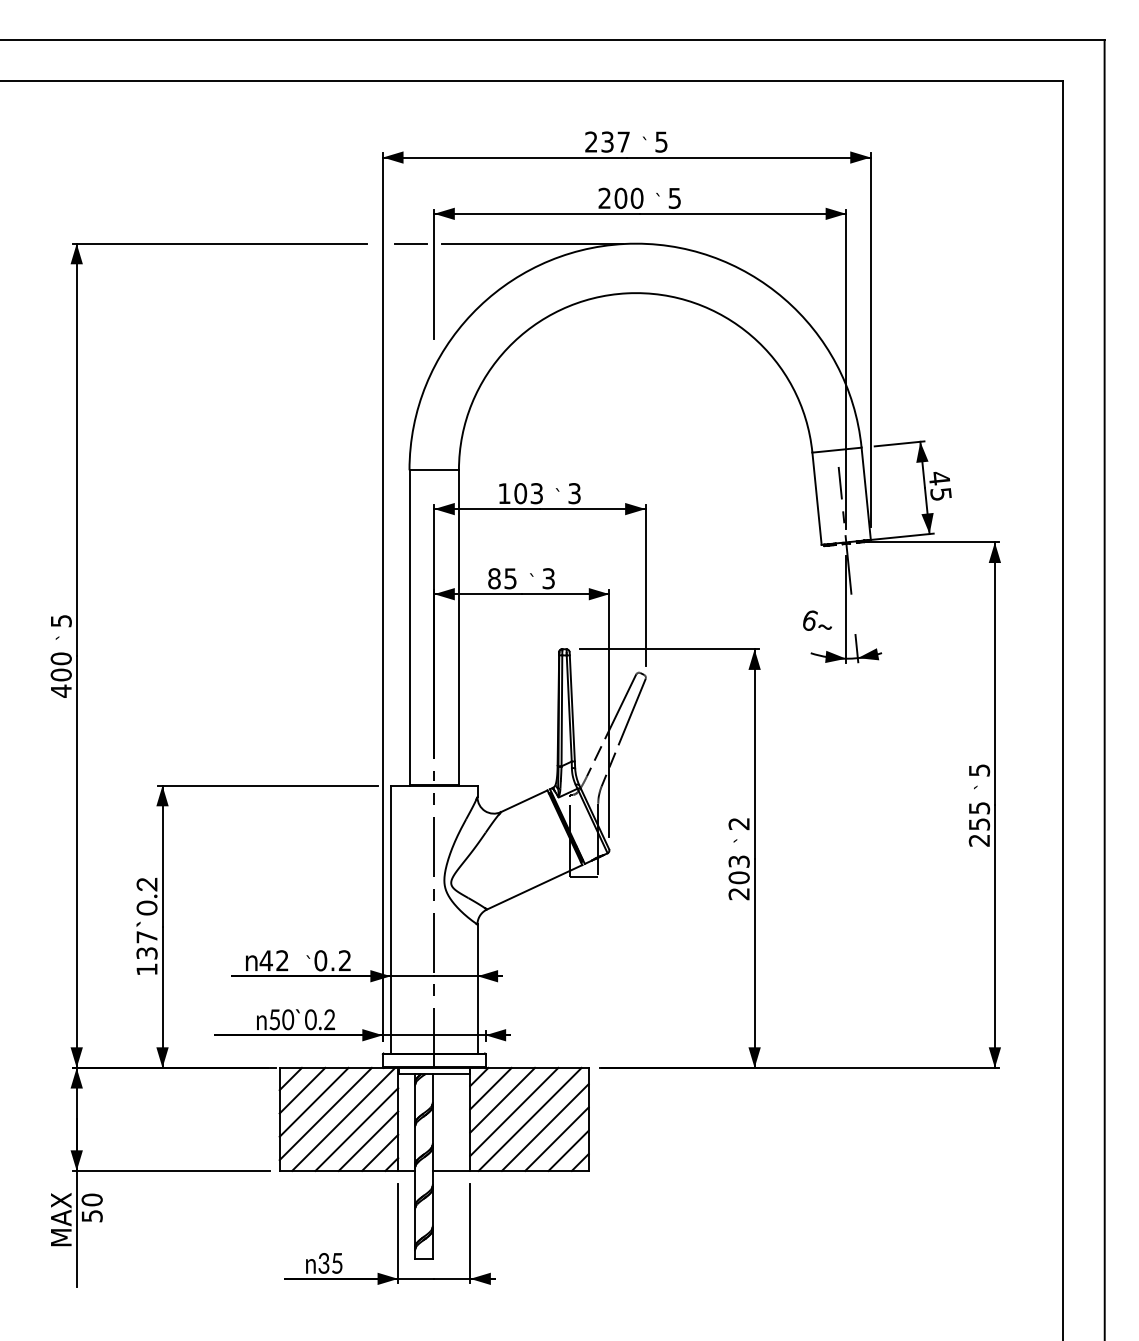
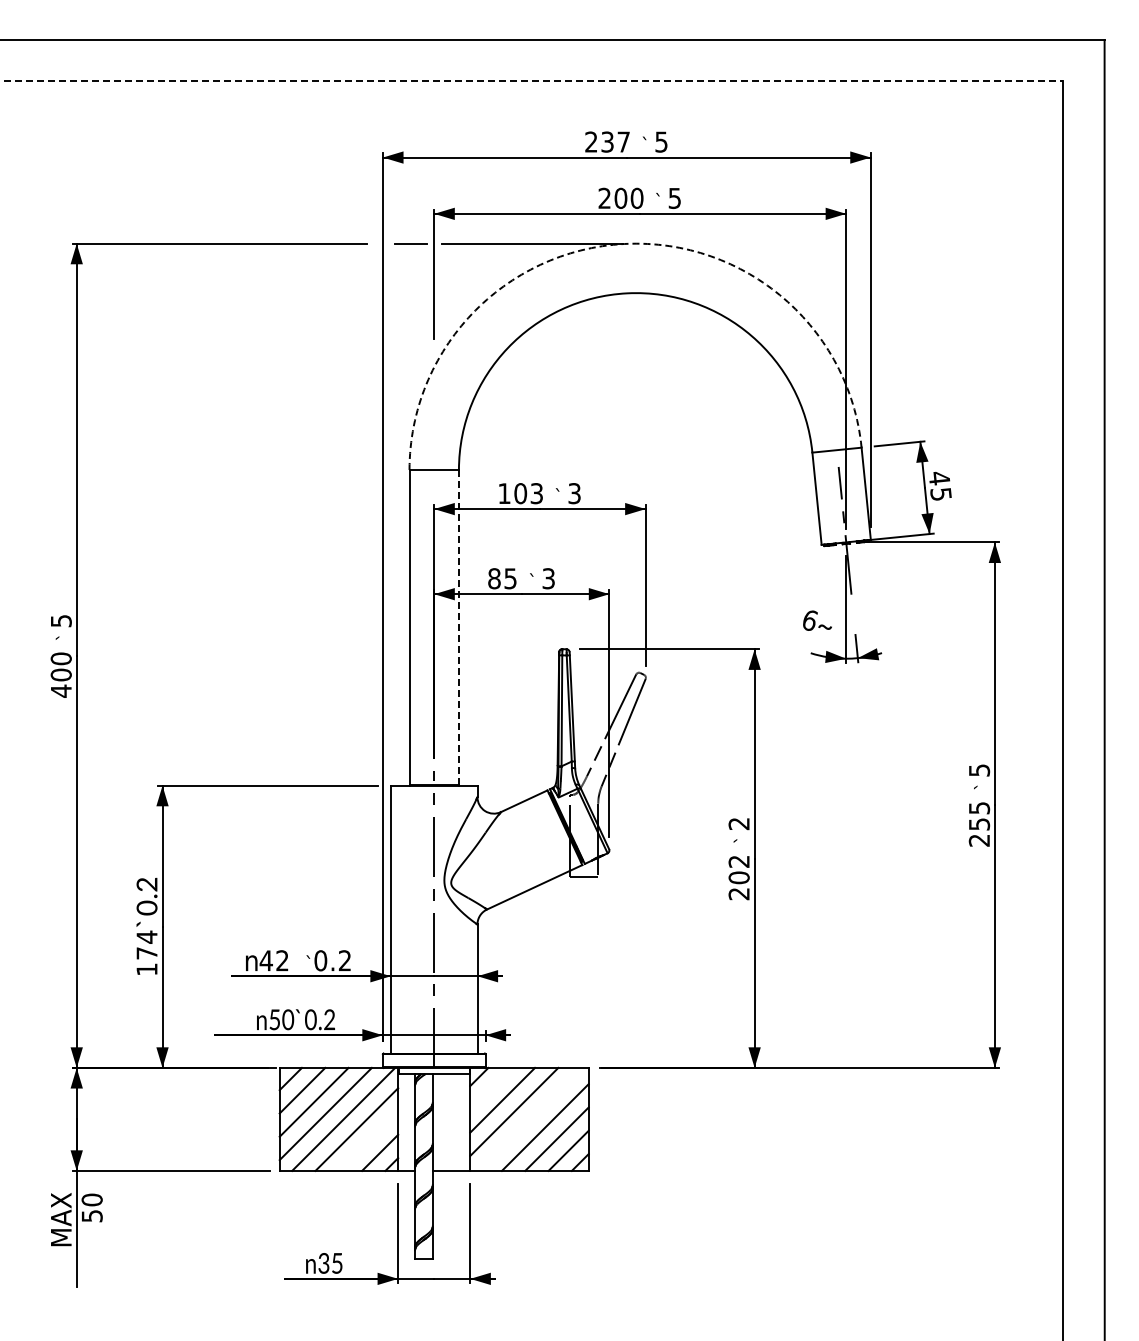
line at (532, 81): solid -> dashed
arc at (624, 243): solid -> dashed
line at (458, 627): solid -> dashed
text at (738, 861): 203 -> 202
text at (146, 944): 137 -> 174
line at (490, 1088): present -> none
line at (529, 1118): present -> none
line at (368, 1140): present -> none
